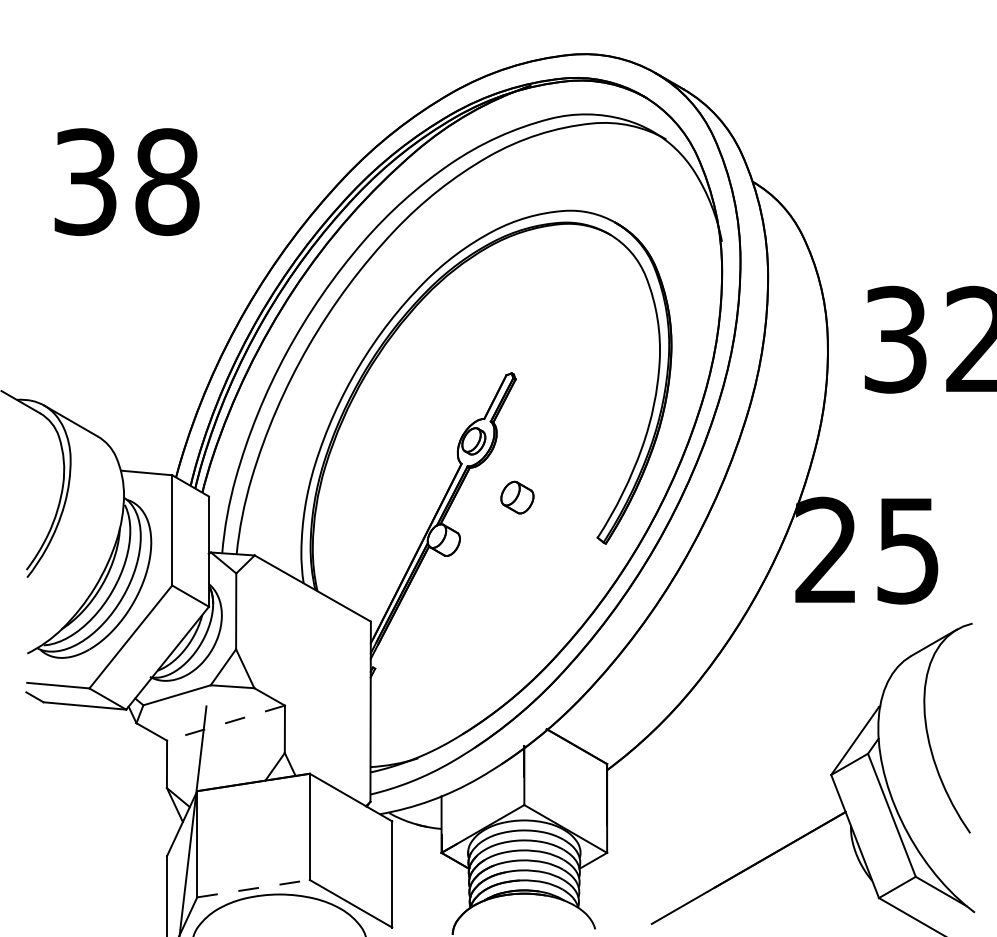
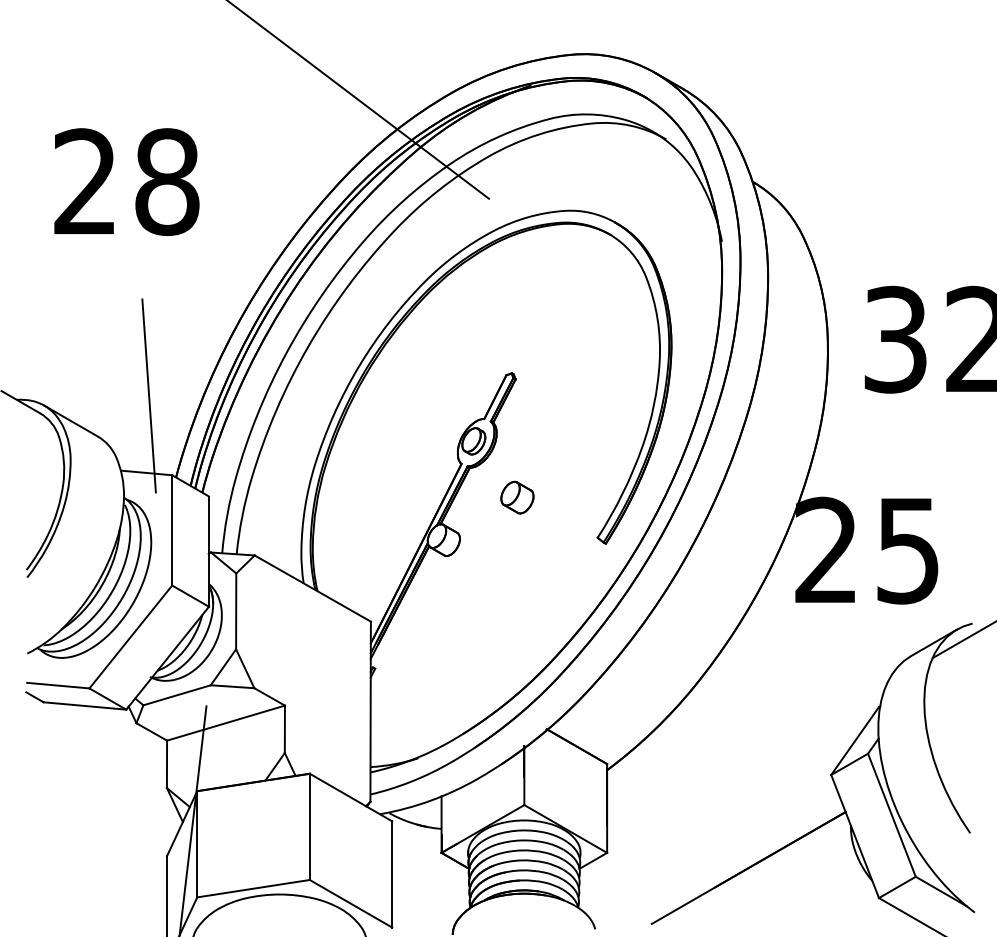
line at (359, 100): none -> present
text at (85, 182): 38 -> 28
line at (148, 395): none -> present
line at (962, 640): none -> present
line at (225, 723): dashed -> solid
line at (253, 888): dashed -> solid
